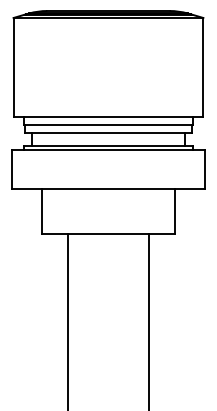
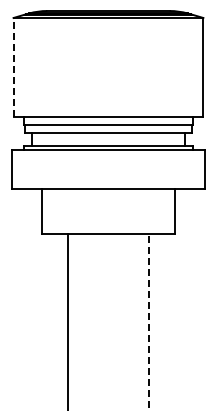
line at (13, 66): solid -> dashed
line at (149, 322): solid -> dashed
